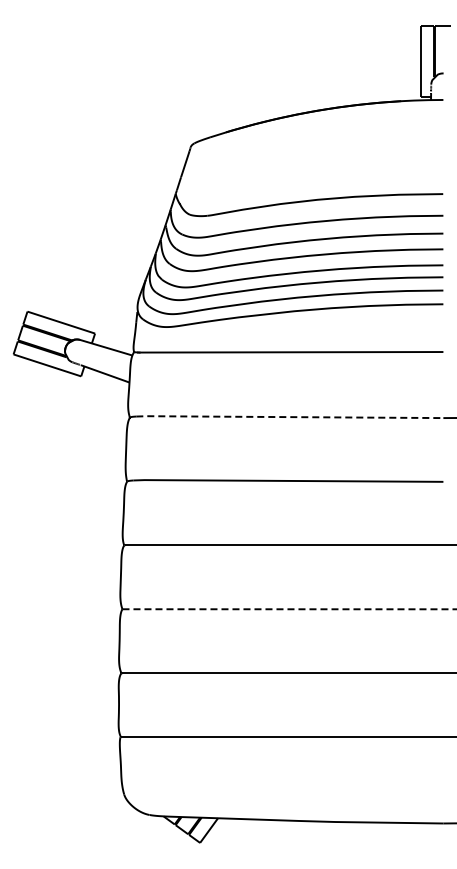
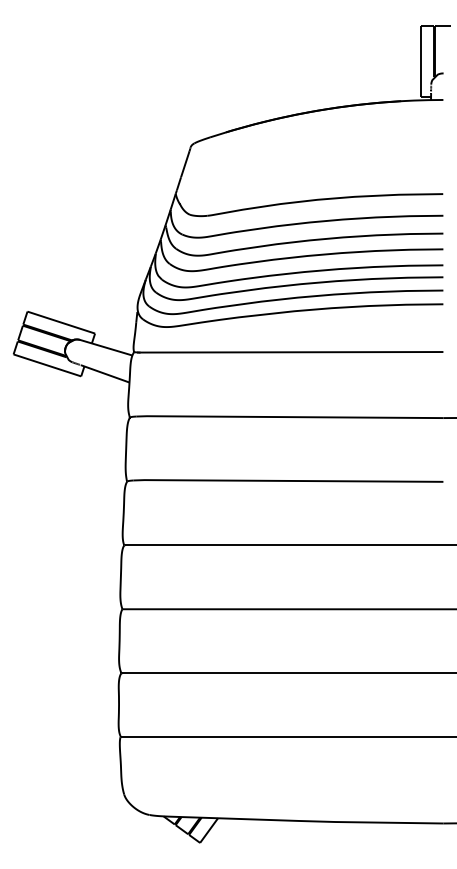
line at (289, 417): dashed -> solid
line at (289, 609): dashed -> solid
